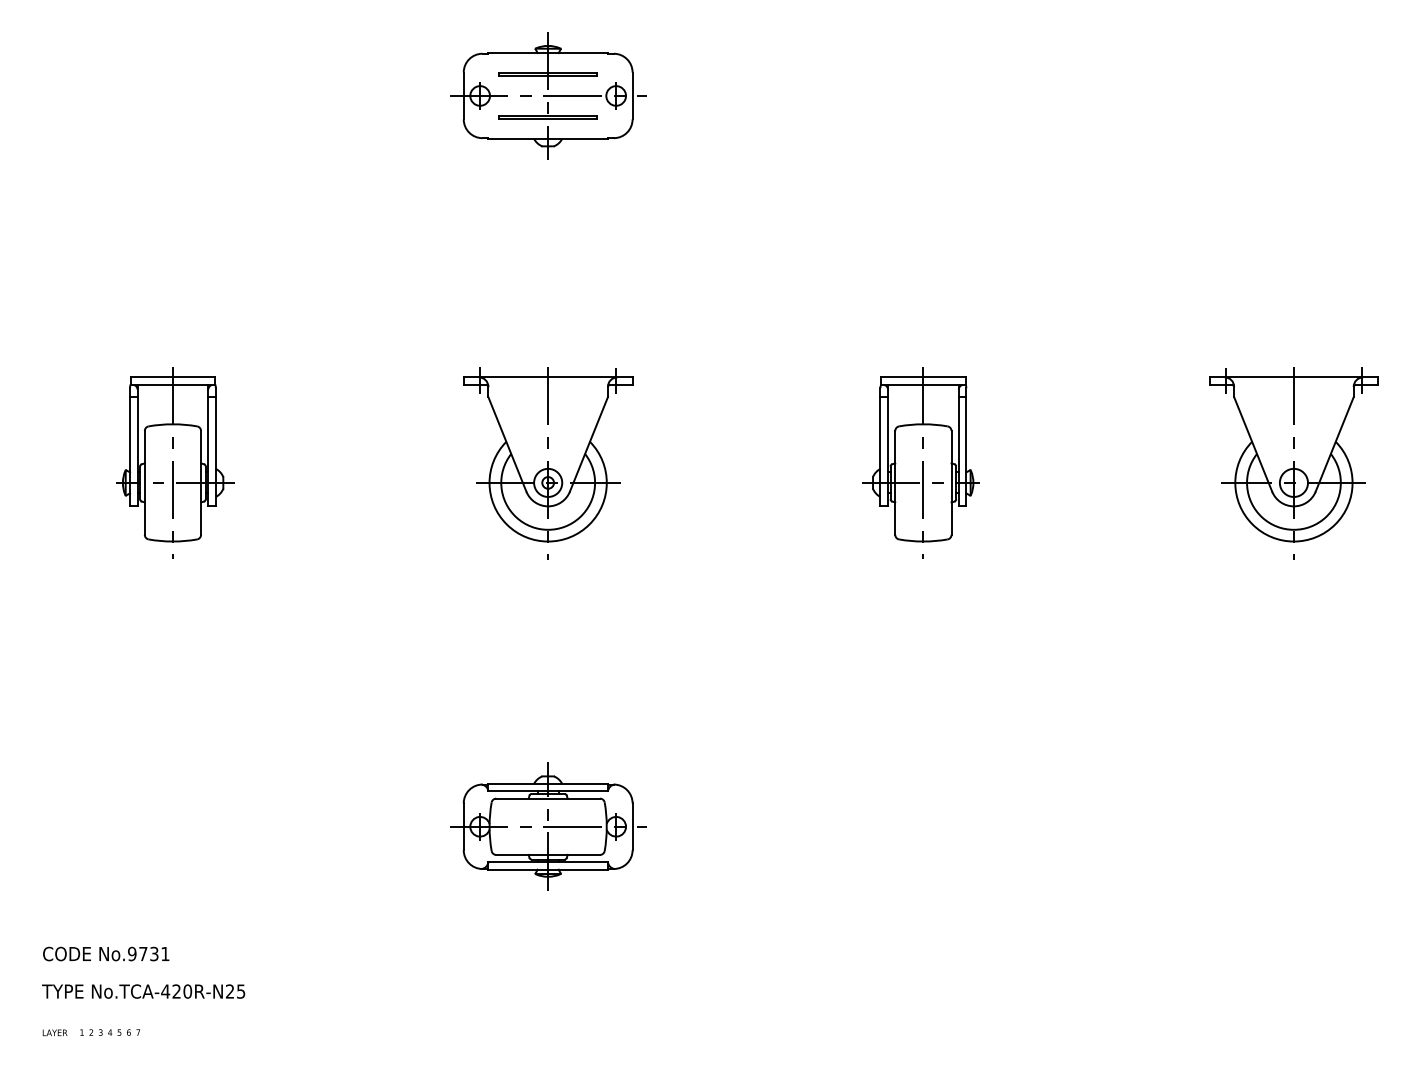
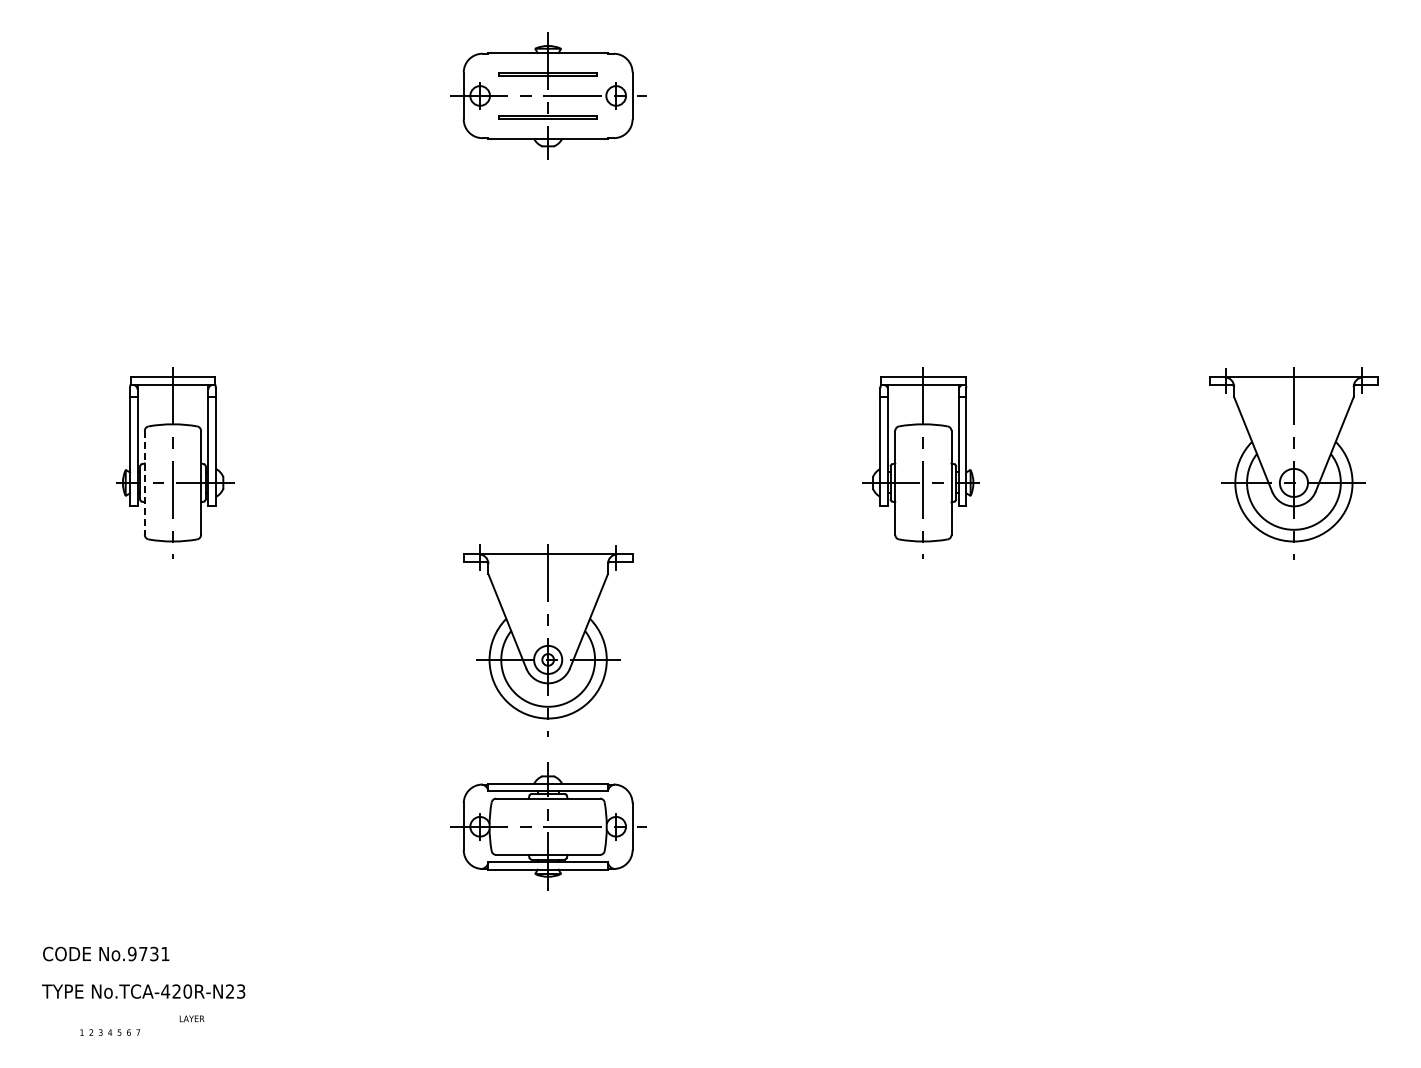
part at (548, 463) position: (548, 463) -> (548, 640)
line at (144, 482): solid -> dashed
text at (241, 990): No.TCA-420R-N25 -> No.TCA-420R-N23
text at (54, 1032) position: (54, 1032) -> (191, 1018)
